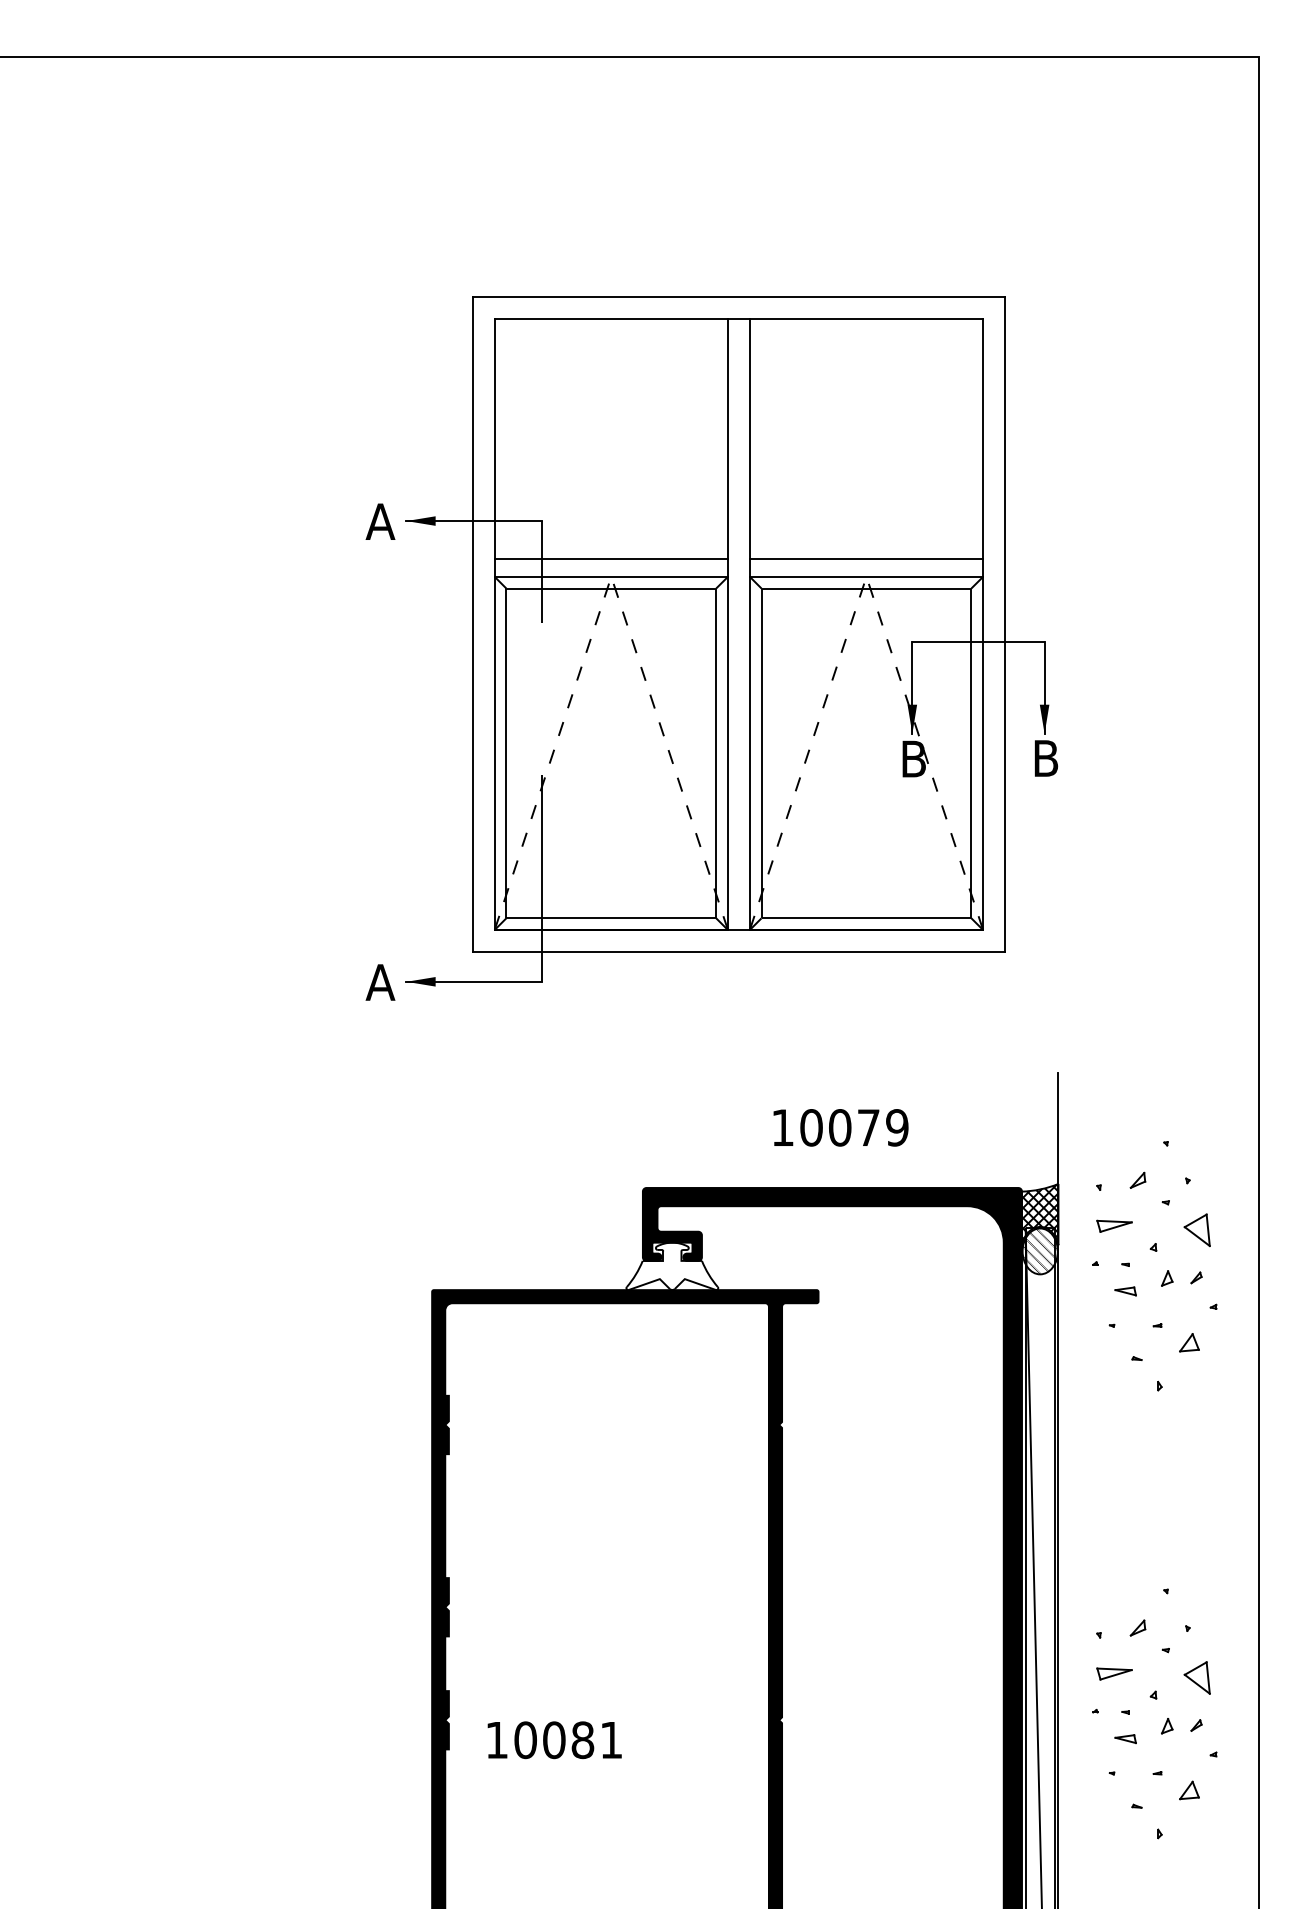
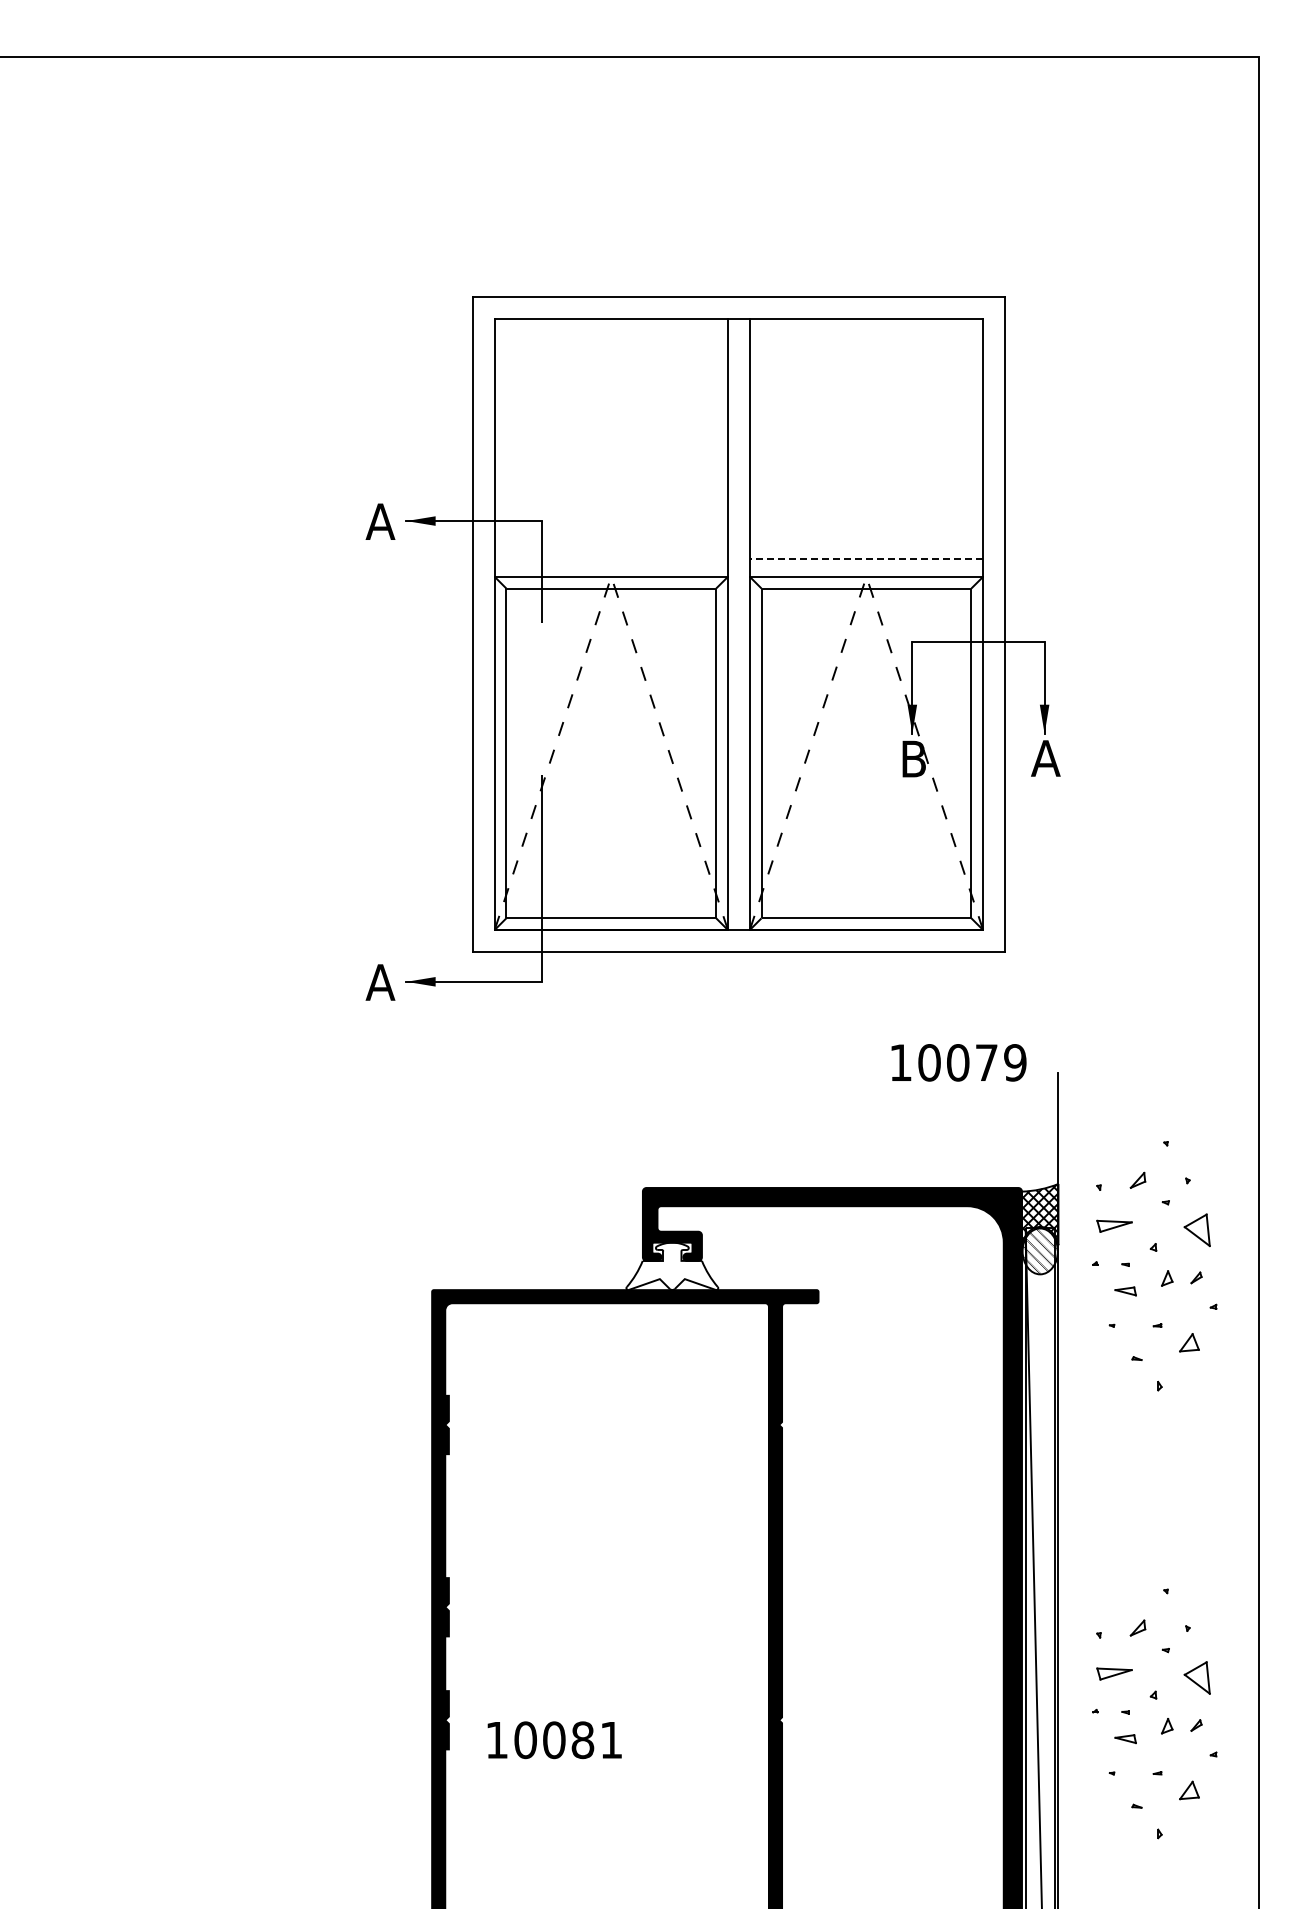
line at (610, 558): present -> none
line at (866, 558): solid -> dashed
text at (1045, 758): B -> A
text at (840, 1127) position: (840, 1127) -> (958, 1062)
